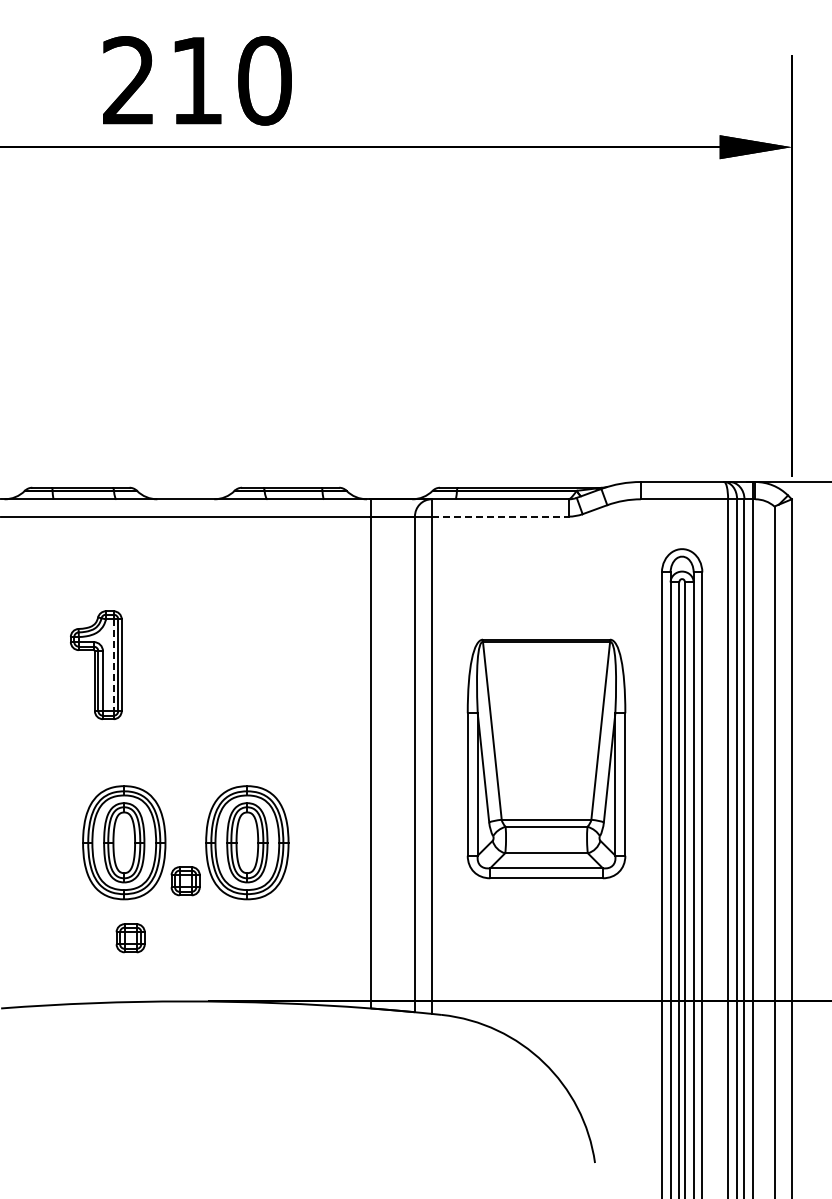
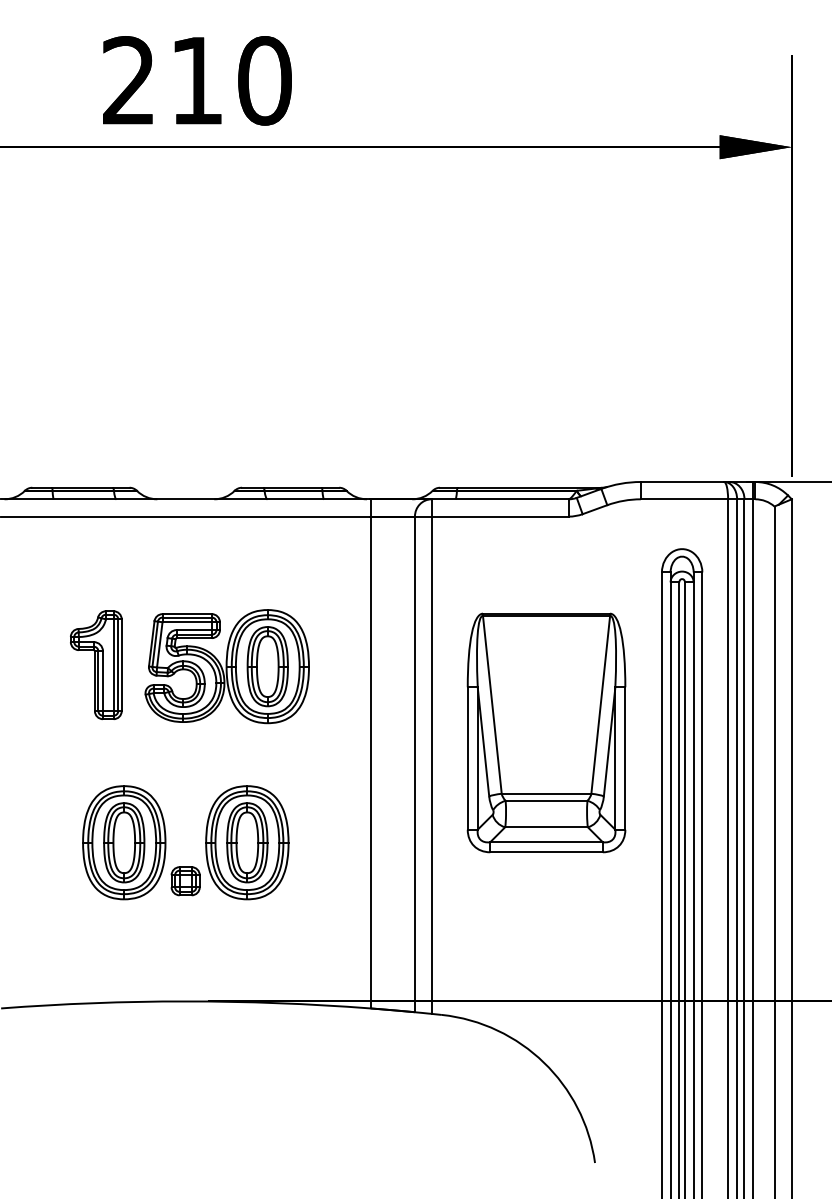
line at (500, 516): dashed -> solid
line at (113, 665): dashed -> solid
part at (226, 666): none -> present
part at (546, 758) position: (546, 758) -> (546, 732)
part at (130, 938): present -> none
